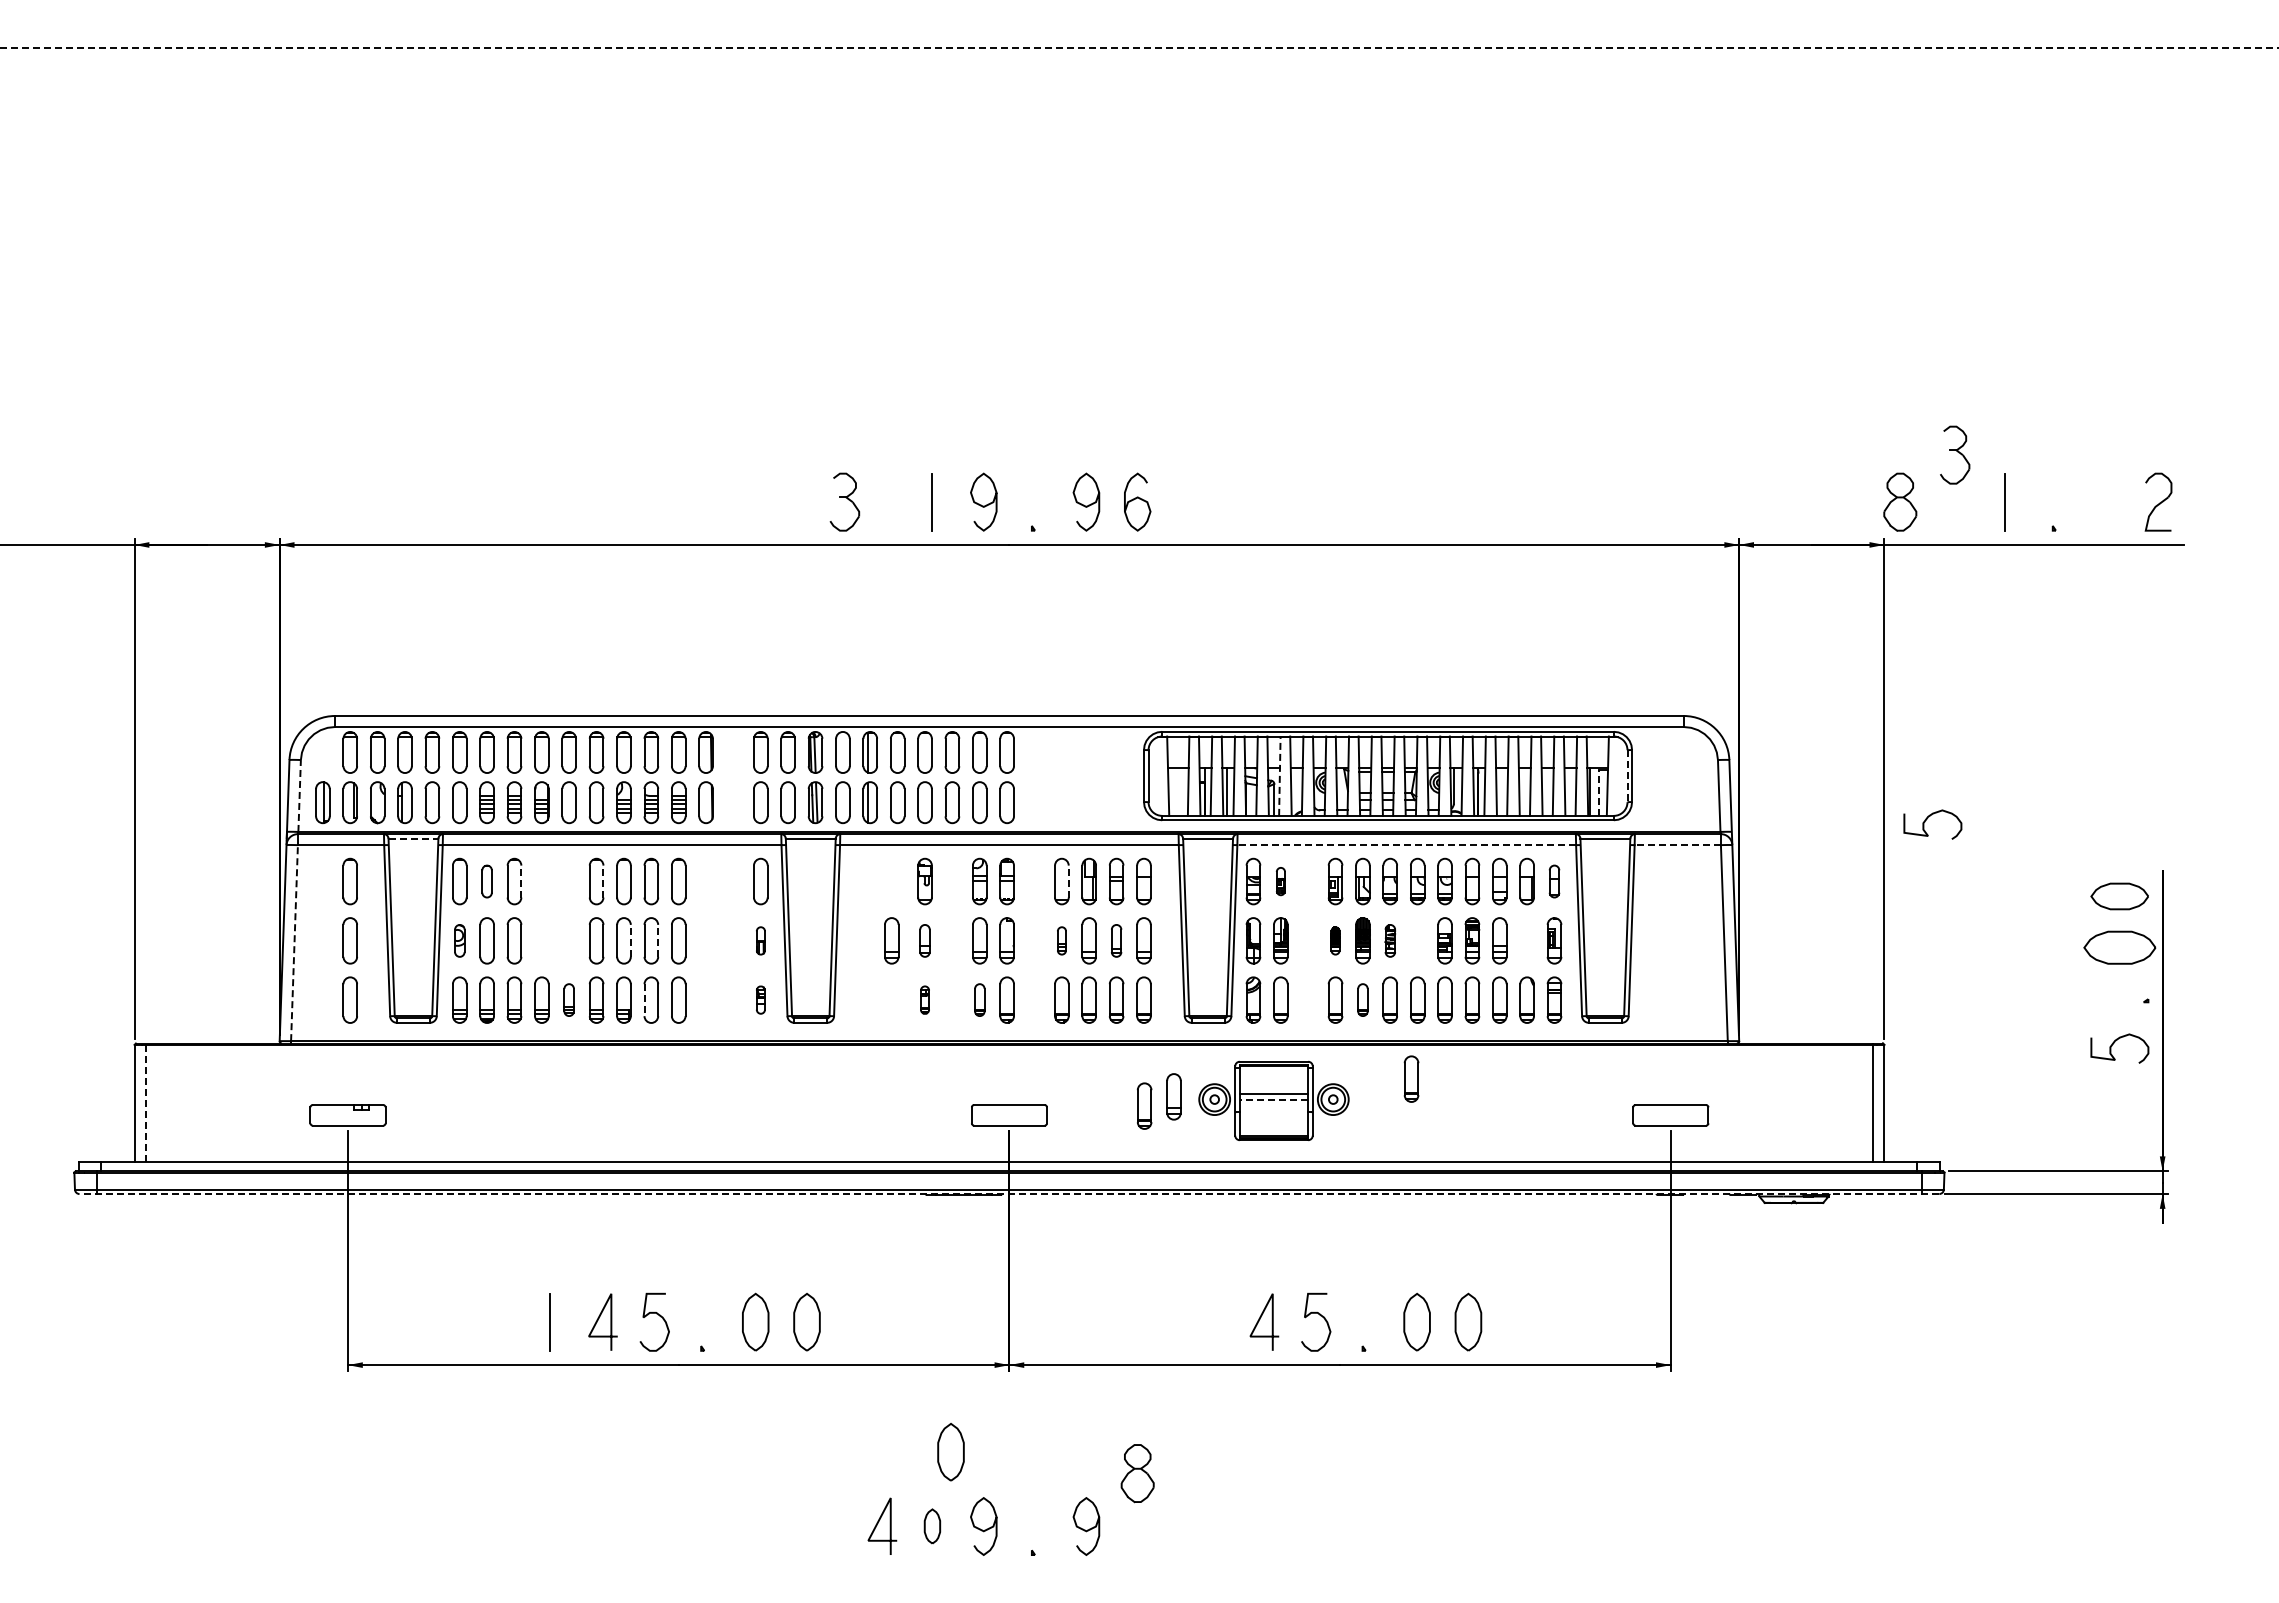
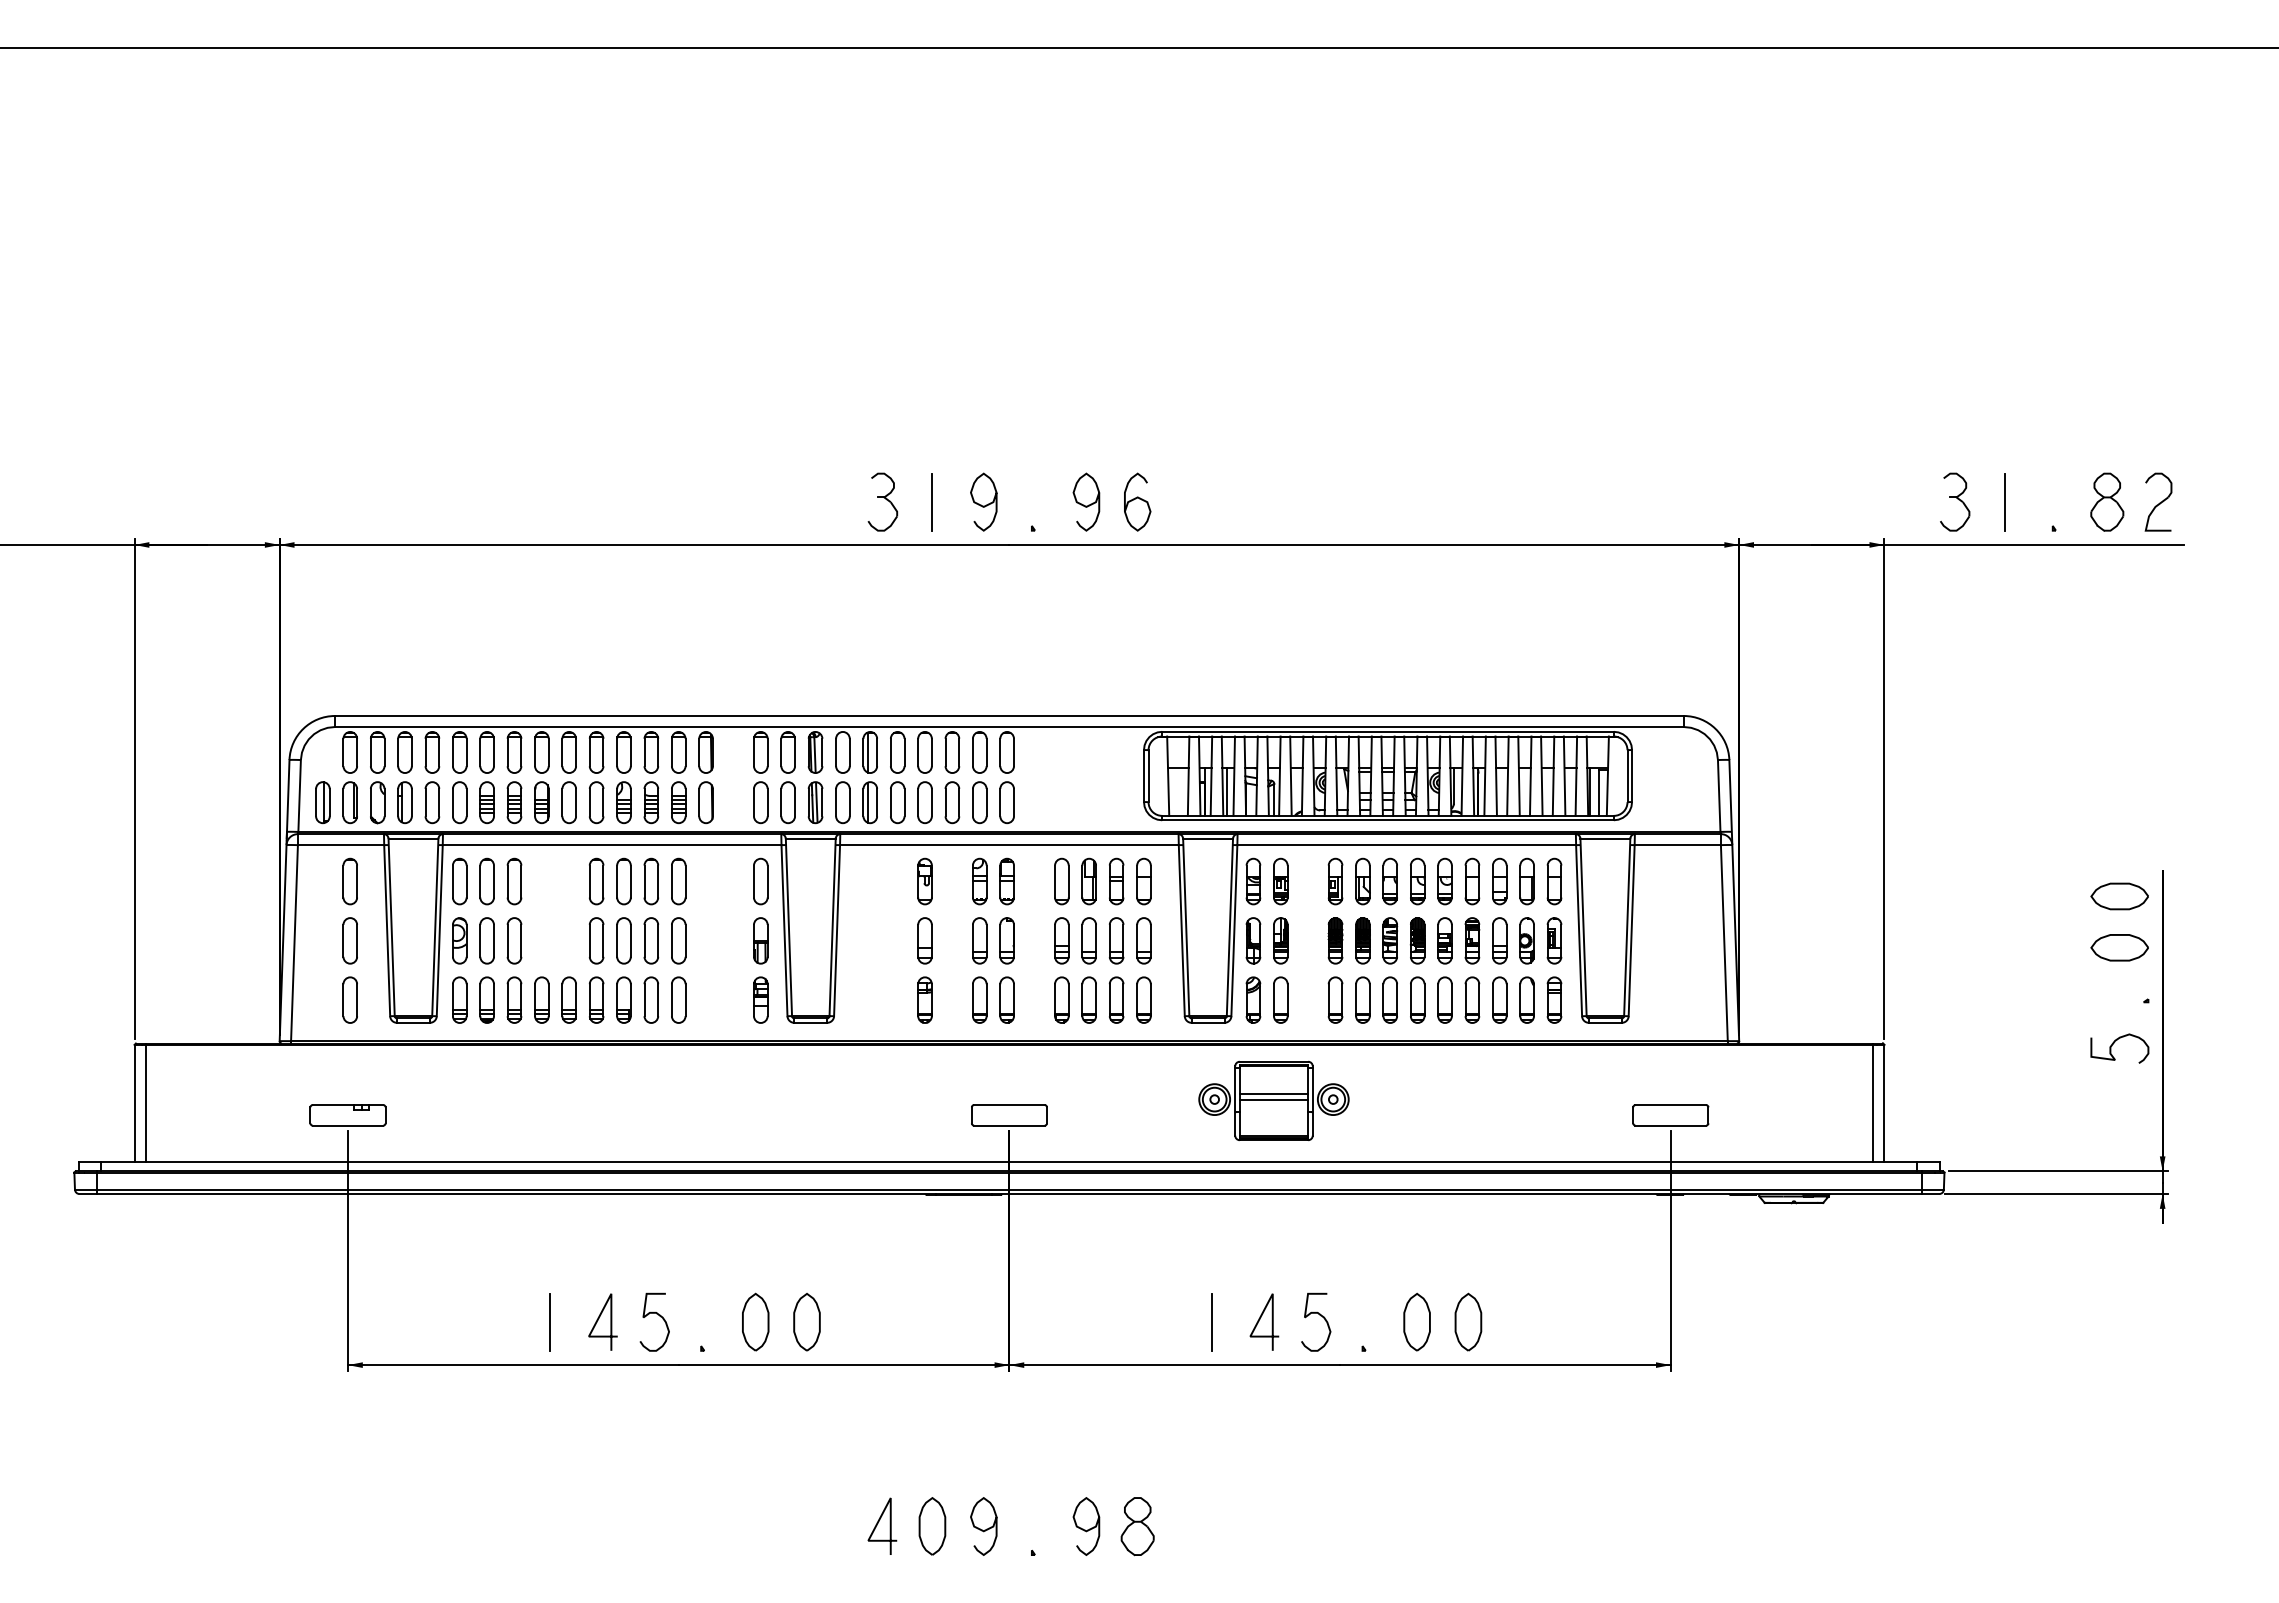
line at (1139, 47): dashed -> solid
part at (1955, 454) position: (1955, 454) -> (1955, 501)
part at (844, 501) position: (844, 501) -> (882, 501)
part at (1900, 501) position: (1900, 501) -> (2107, 501)
line at (1279, 776): dashed -> solid
line at (1627, 776): dashed -> solid
line at (1598, 793): dashed -> solid
line at (299, 795): dashed -> solid
curve at (1927, 819): present -> none
line at (413, 838): dashed -> solid
line at (1406, 845): dashed -> solid
line at (1677, 845): dashed -> solid
part at (486, 881) size: 12x35 px -> 16x49 px
line at (521, 881): dashed -> solid
line at (603, 881): dashed -> solid
line at (1068, 881): dashed -> solid
part at (1280, 881) size: 10x30 px -> 16x49 px
part at (1554, 881) size: 13x35 px -> 17x49 px
part at (459, 940) size: 12x34 px -> 16x48 px
line at (630, 940): dashed -> solid
line at (658, 940): dashed -> solid
part at (760, 940) size: 10x30 px -> 16x48 px
part at (891, 940): present -> none
part at (924, 940) size: 12x34 px -> 16x48 px
part at (1061, 940) size: 10x30 px -> 16x48 px
part at (1116, 940) size: 12x34 px -> 17x48 px
part at (1335, 940) size: 11x30 px -> 17x48 px
part at (1390, 940) size: 13x34 px -> 17x48 px
part at (1417, 940): none -> present
part at (1526, 940): none -> present
line at (294, 942): dashed -> solid
part at (2119, 947) size: 74x35 px -> 59x28 px
part at (568, 999) size: 12x34 px -> 16x48 px
part at (760, 999) size: 10x30 px -> 16x48 px
part at (924, 999) size: 10x30 px -> 16x48 px
part at (979, 999) size: 12x34 px -> 16x48 px
part at (1362, 999) size: 12x34 px -> 16x48 px
line at (644, 1000): dashed -> solid
part at (1411, 1078): present -> none
part at (1173, 1096): present -> none
line at (1273, 1099): dashed -> solid
line at (145, 1102): dashed -> solid
part at (1144, 1105): present -> none
line at (1009, 1194): dashed -> solid
line at (1211, 1321): none -> present
part at (950, 1452): present -> none
part at (1137, 1473) position: (1137, 1473) -> (1137, 1526)
part at (932, 1526) size: 19x37 px -> 29x59 px
